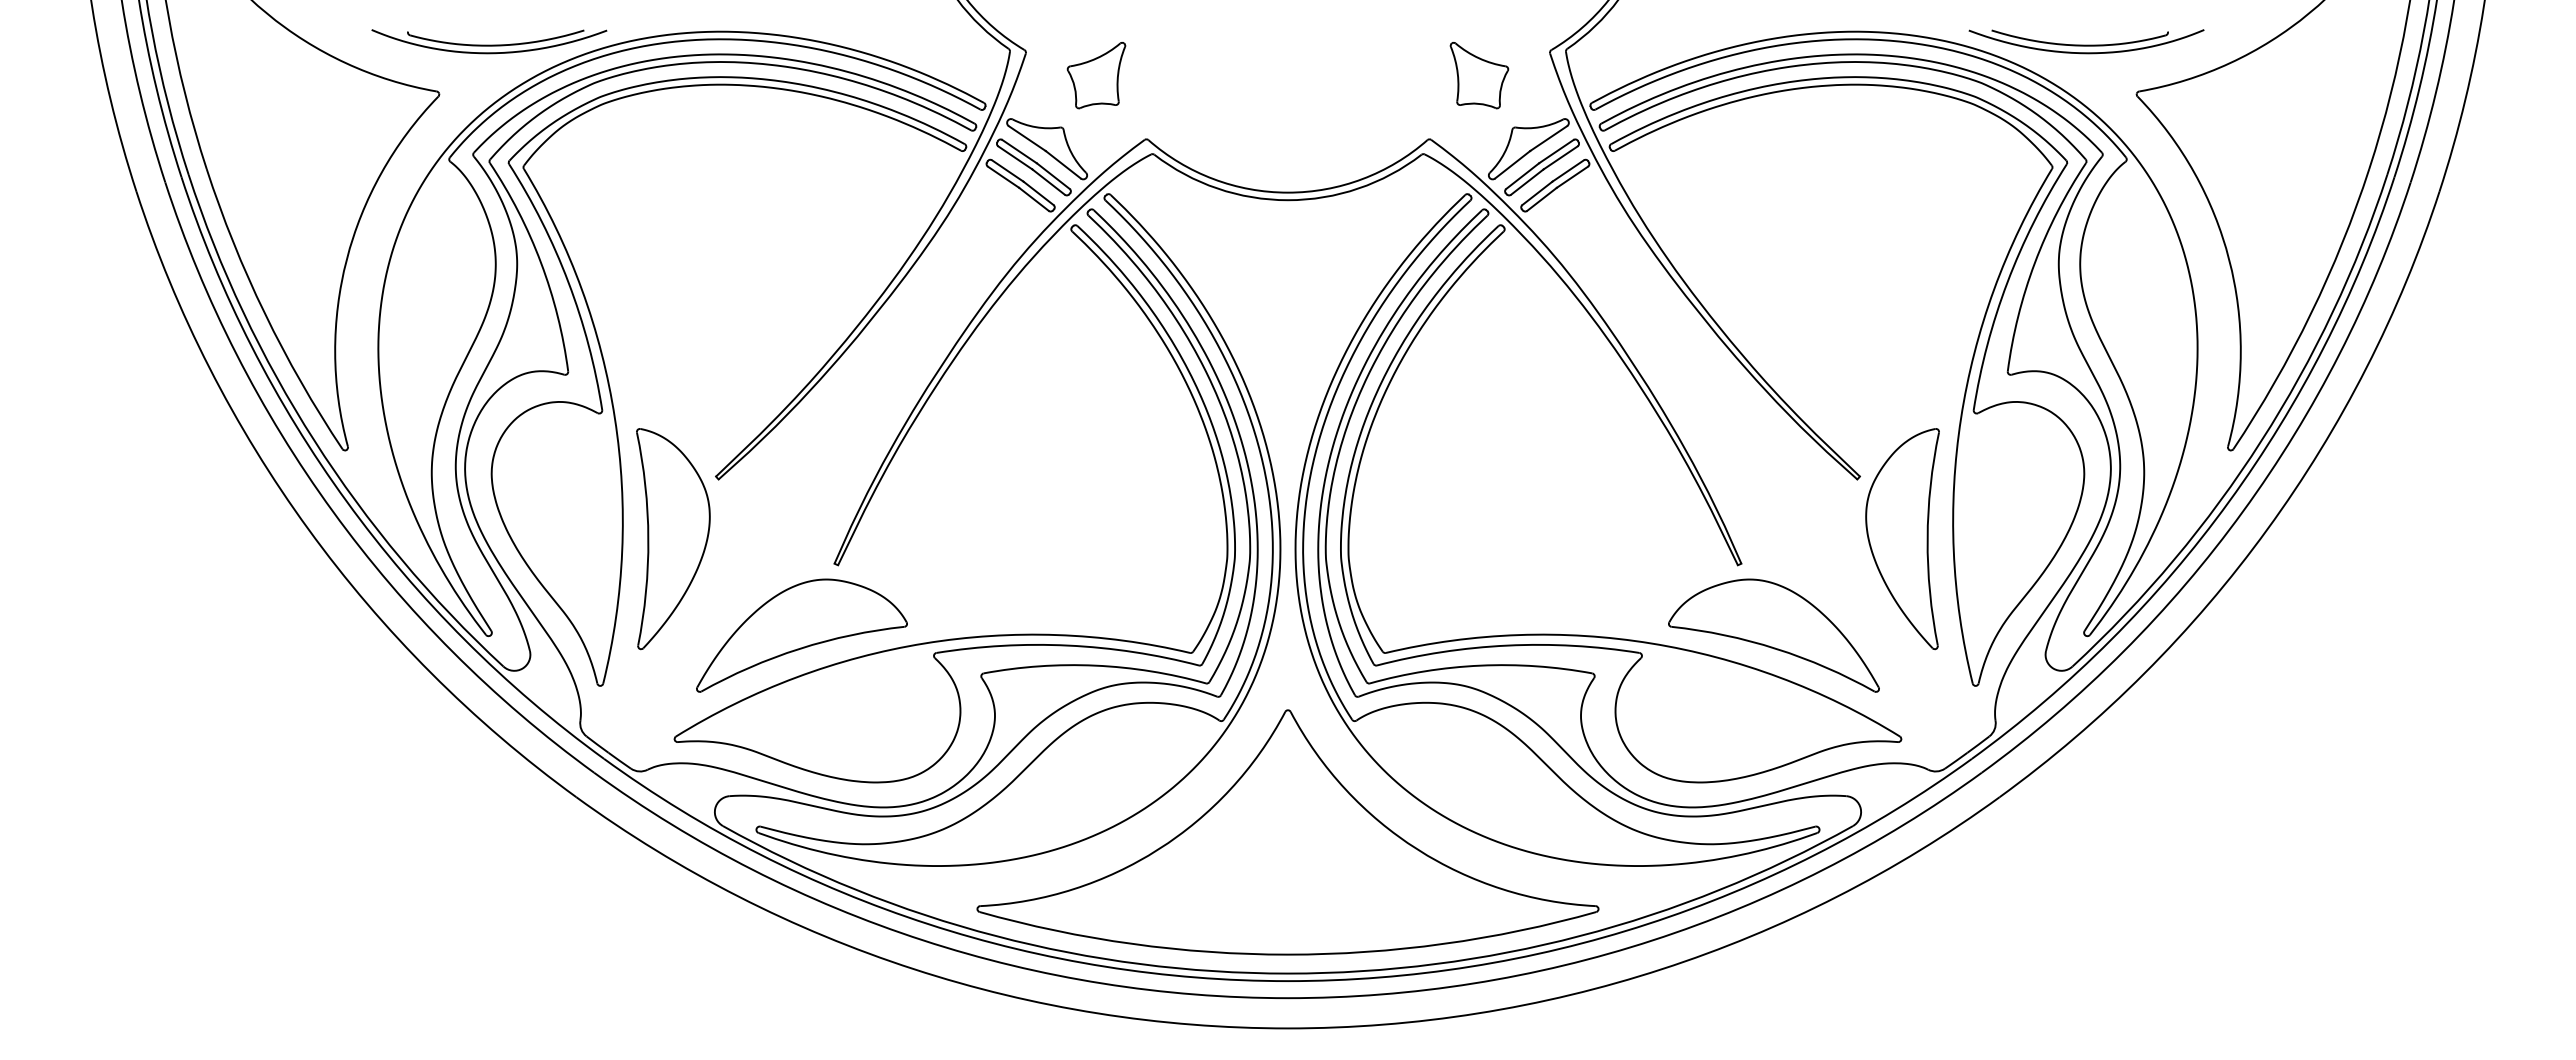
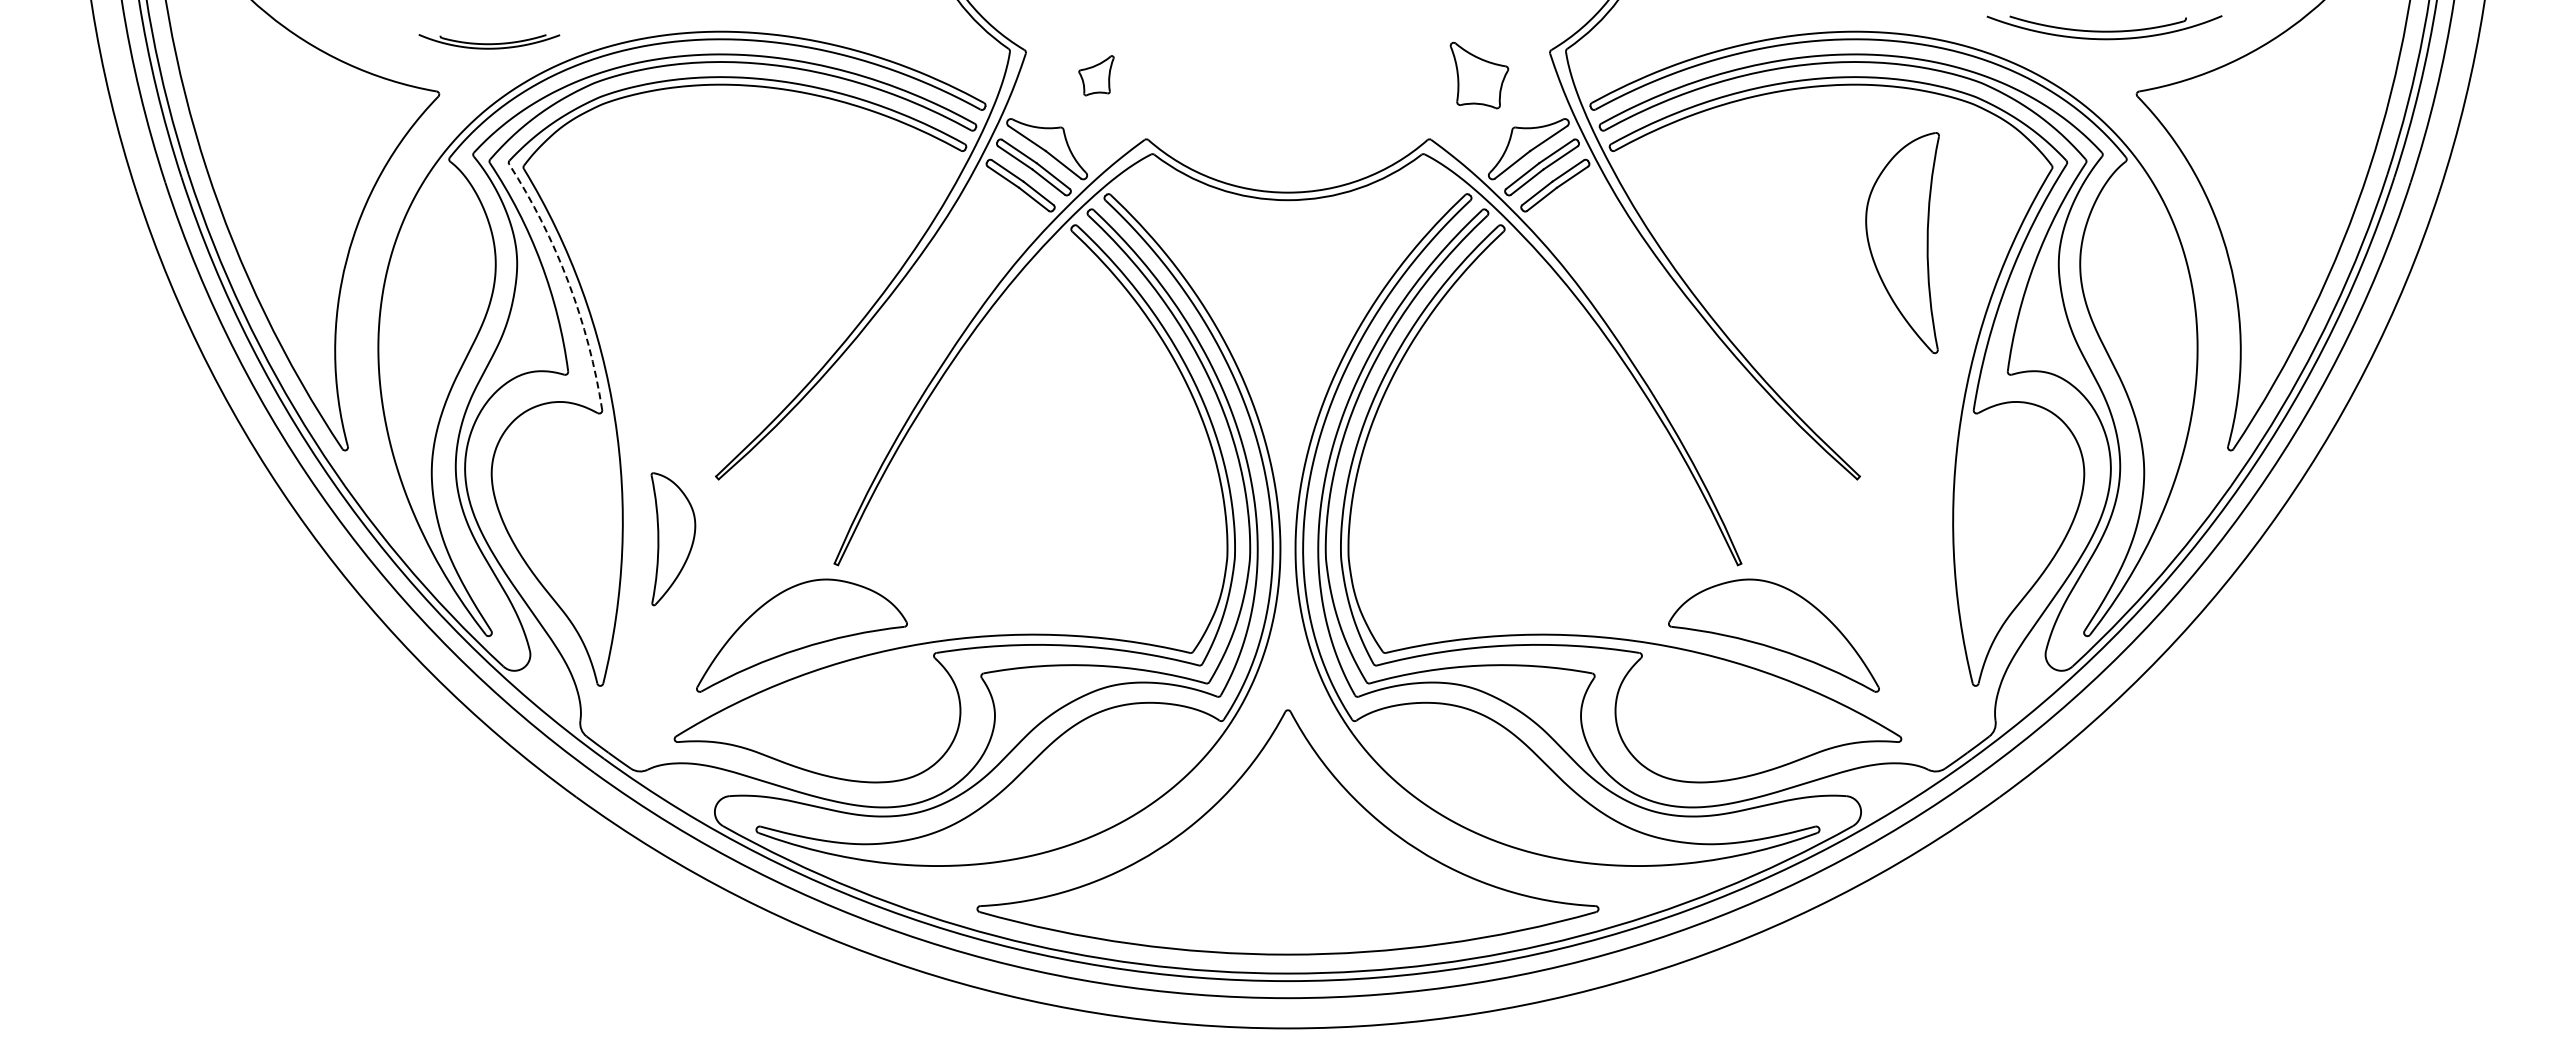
part at (489, 41) size: 237x26 px -> 143x16 px
part at (2086, 41) position: (2086, 41) -> (2104, 27)
part at (1096, 75) size: 61x68 px -> 37x42 px
arc at (568, 282): solid -> dashed
part at (673, 539) size: 75x223 px -> 47x135 px
part at (1902, 539) position: (1902, 539) -> (1902, 243)
